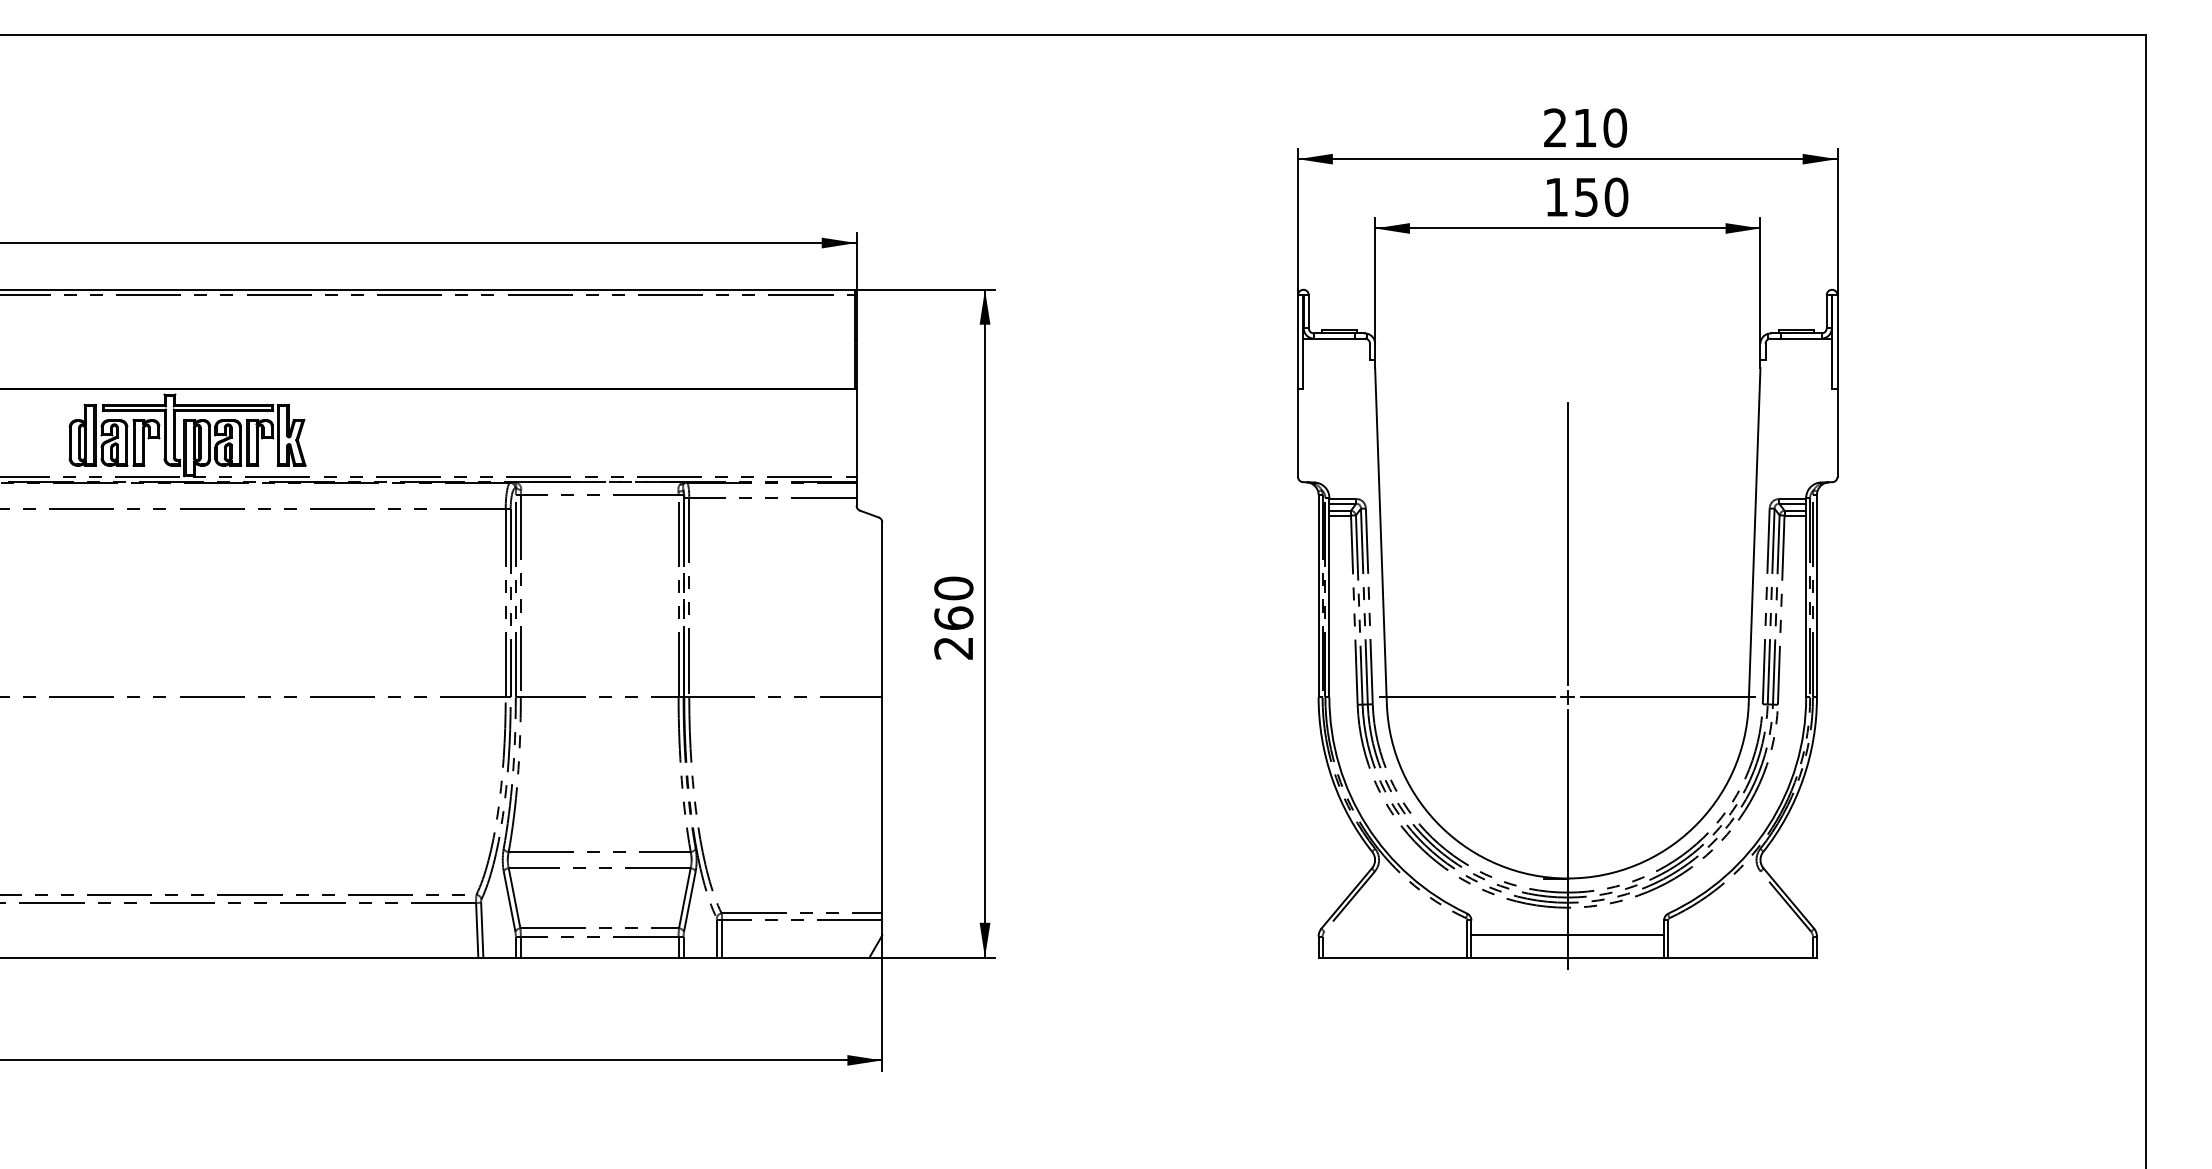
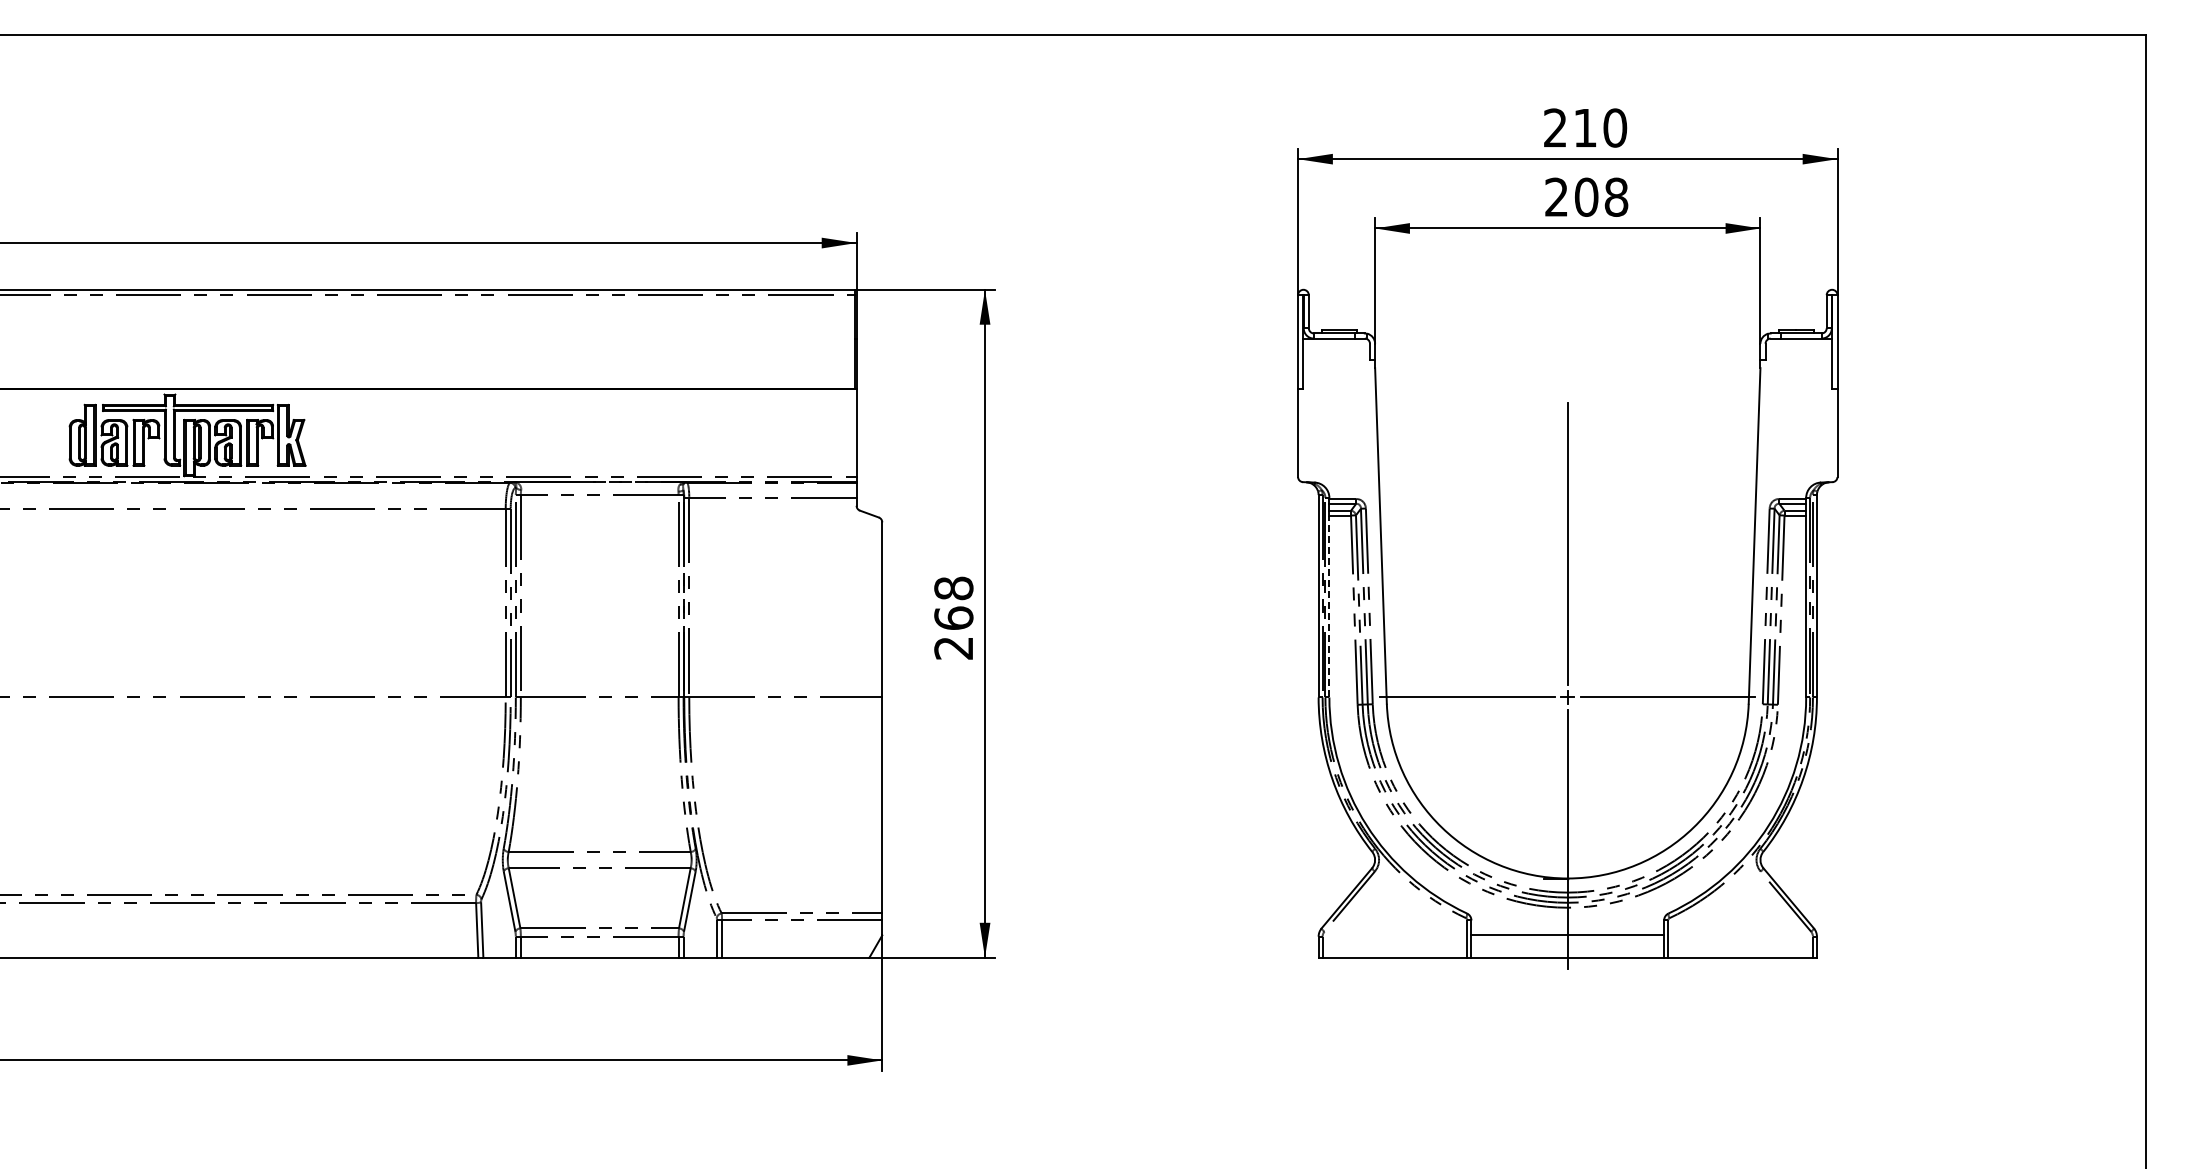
text at (1586, 196): 150 -> 208
text at (953, 588): 260 -> 268
line at (1329, 606): solid -> dashed
